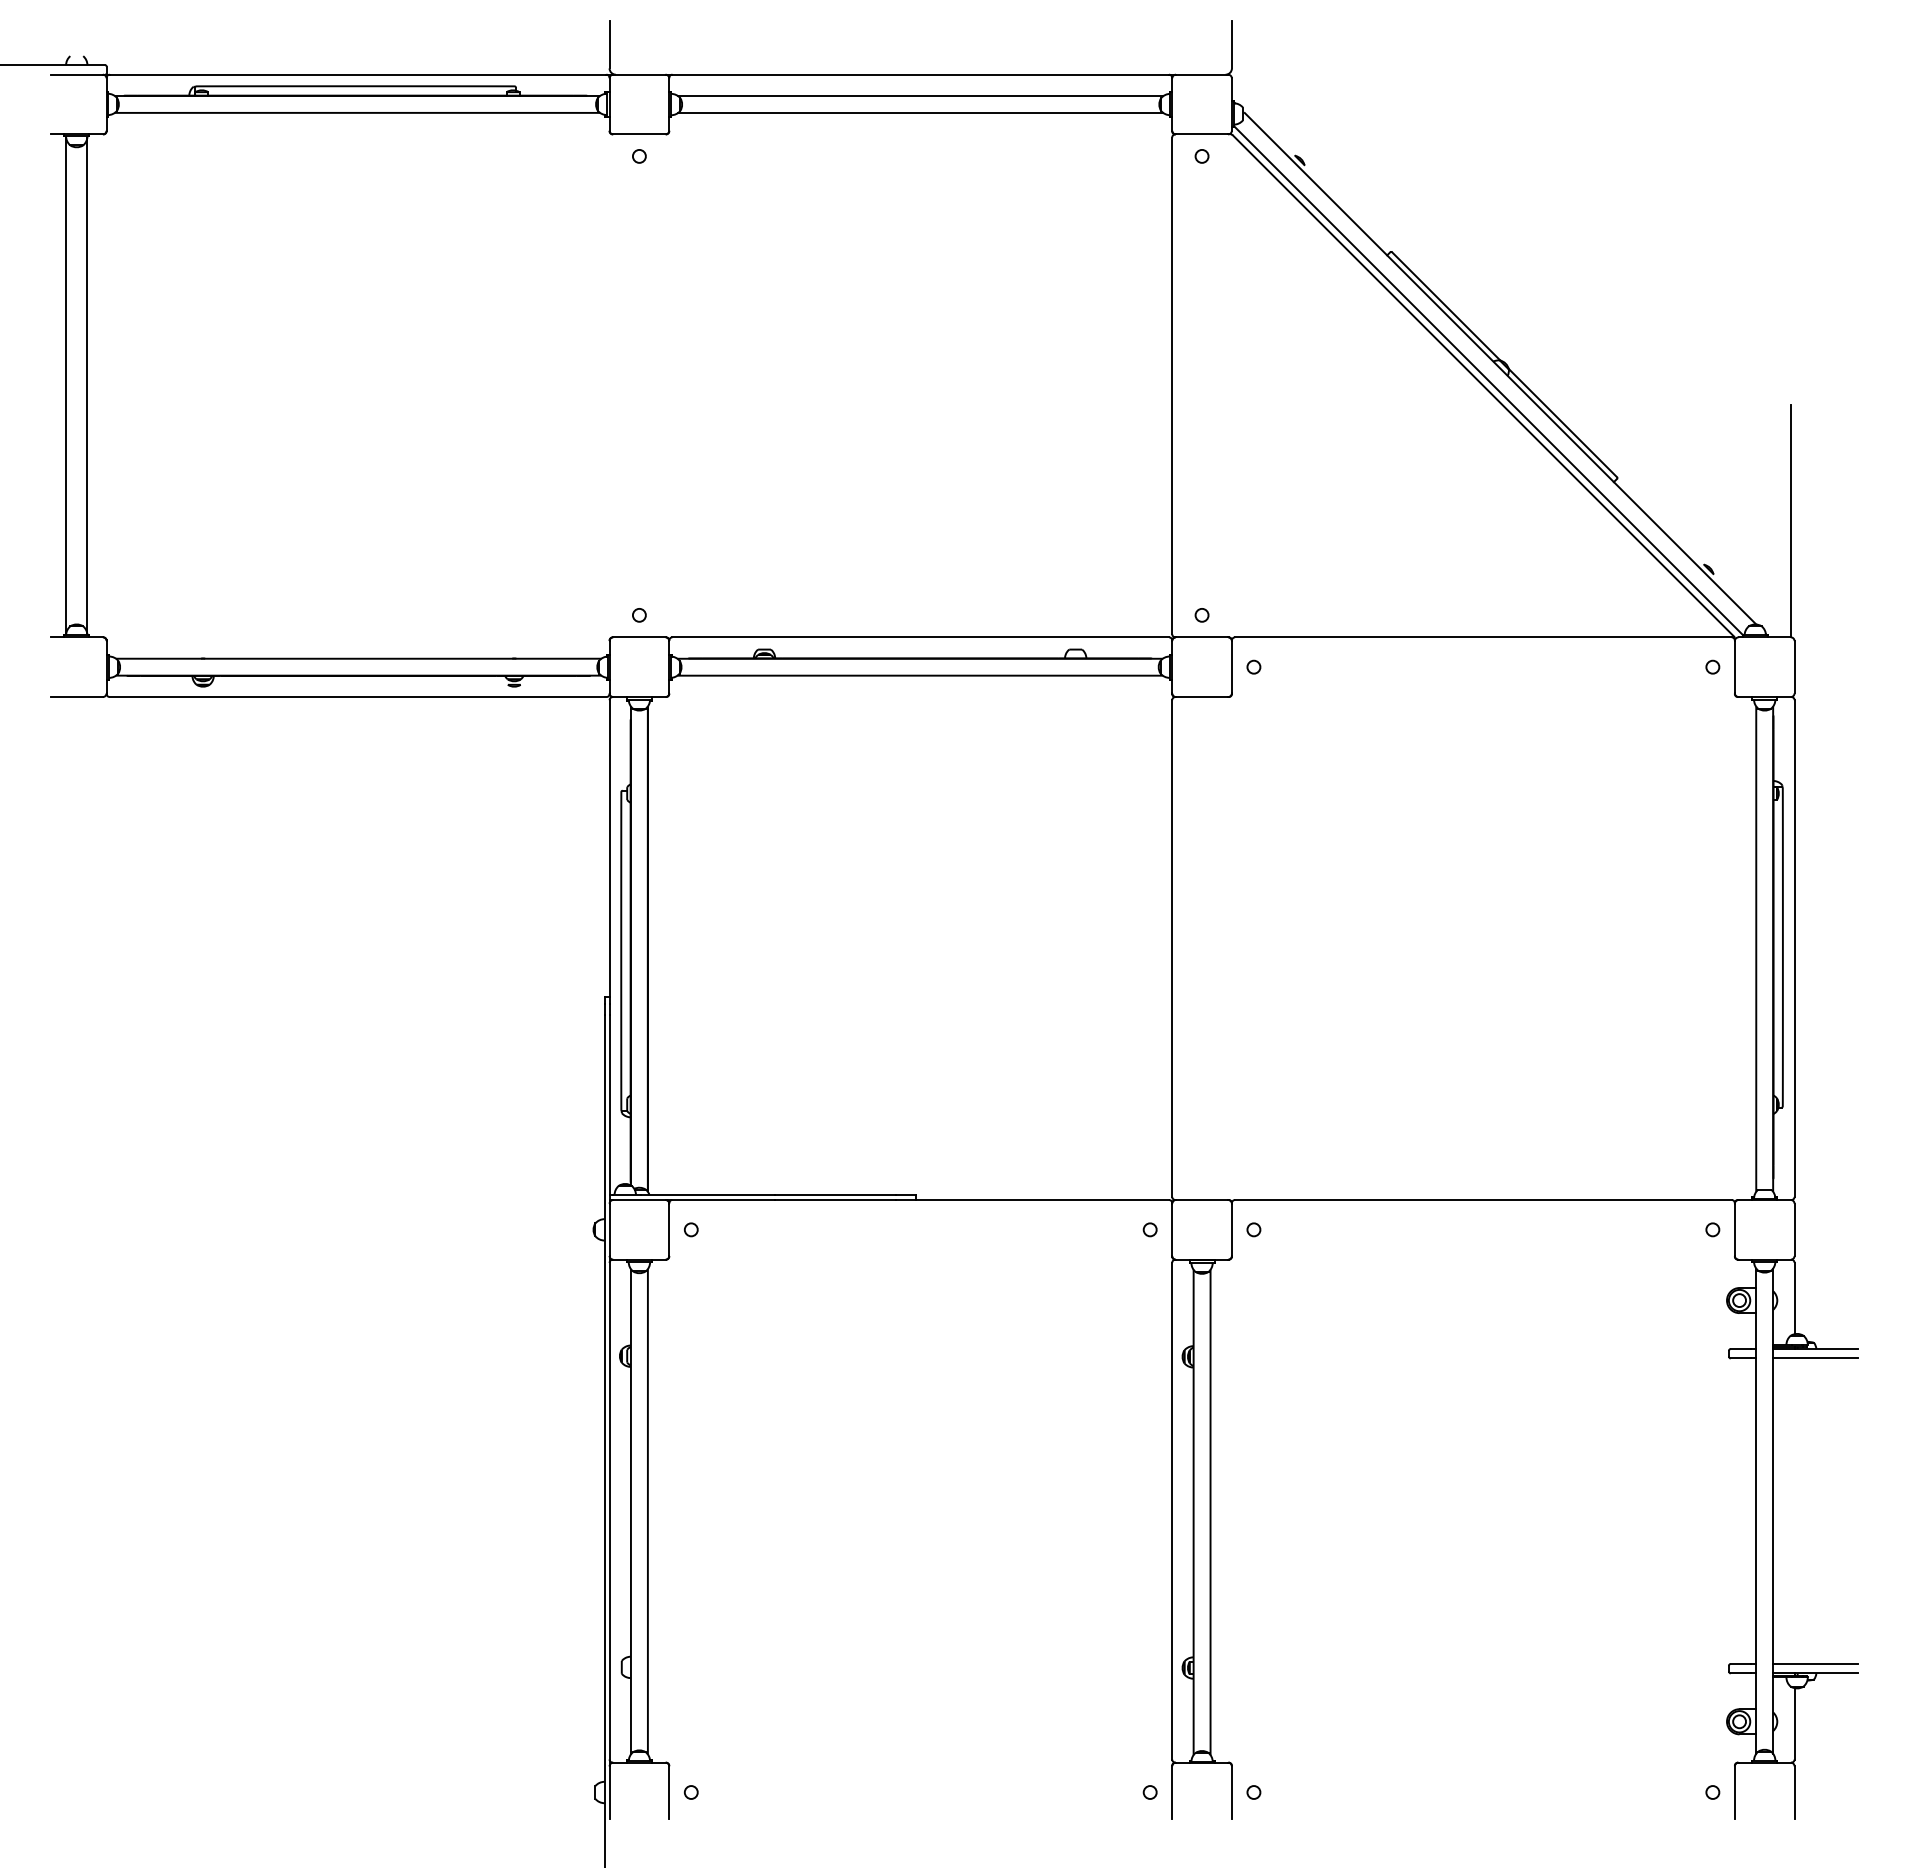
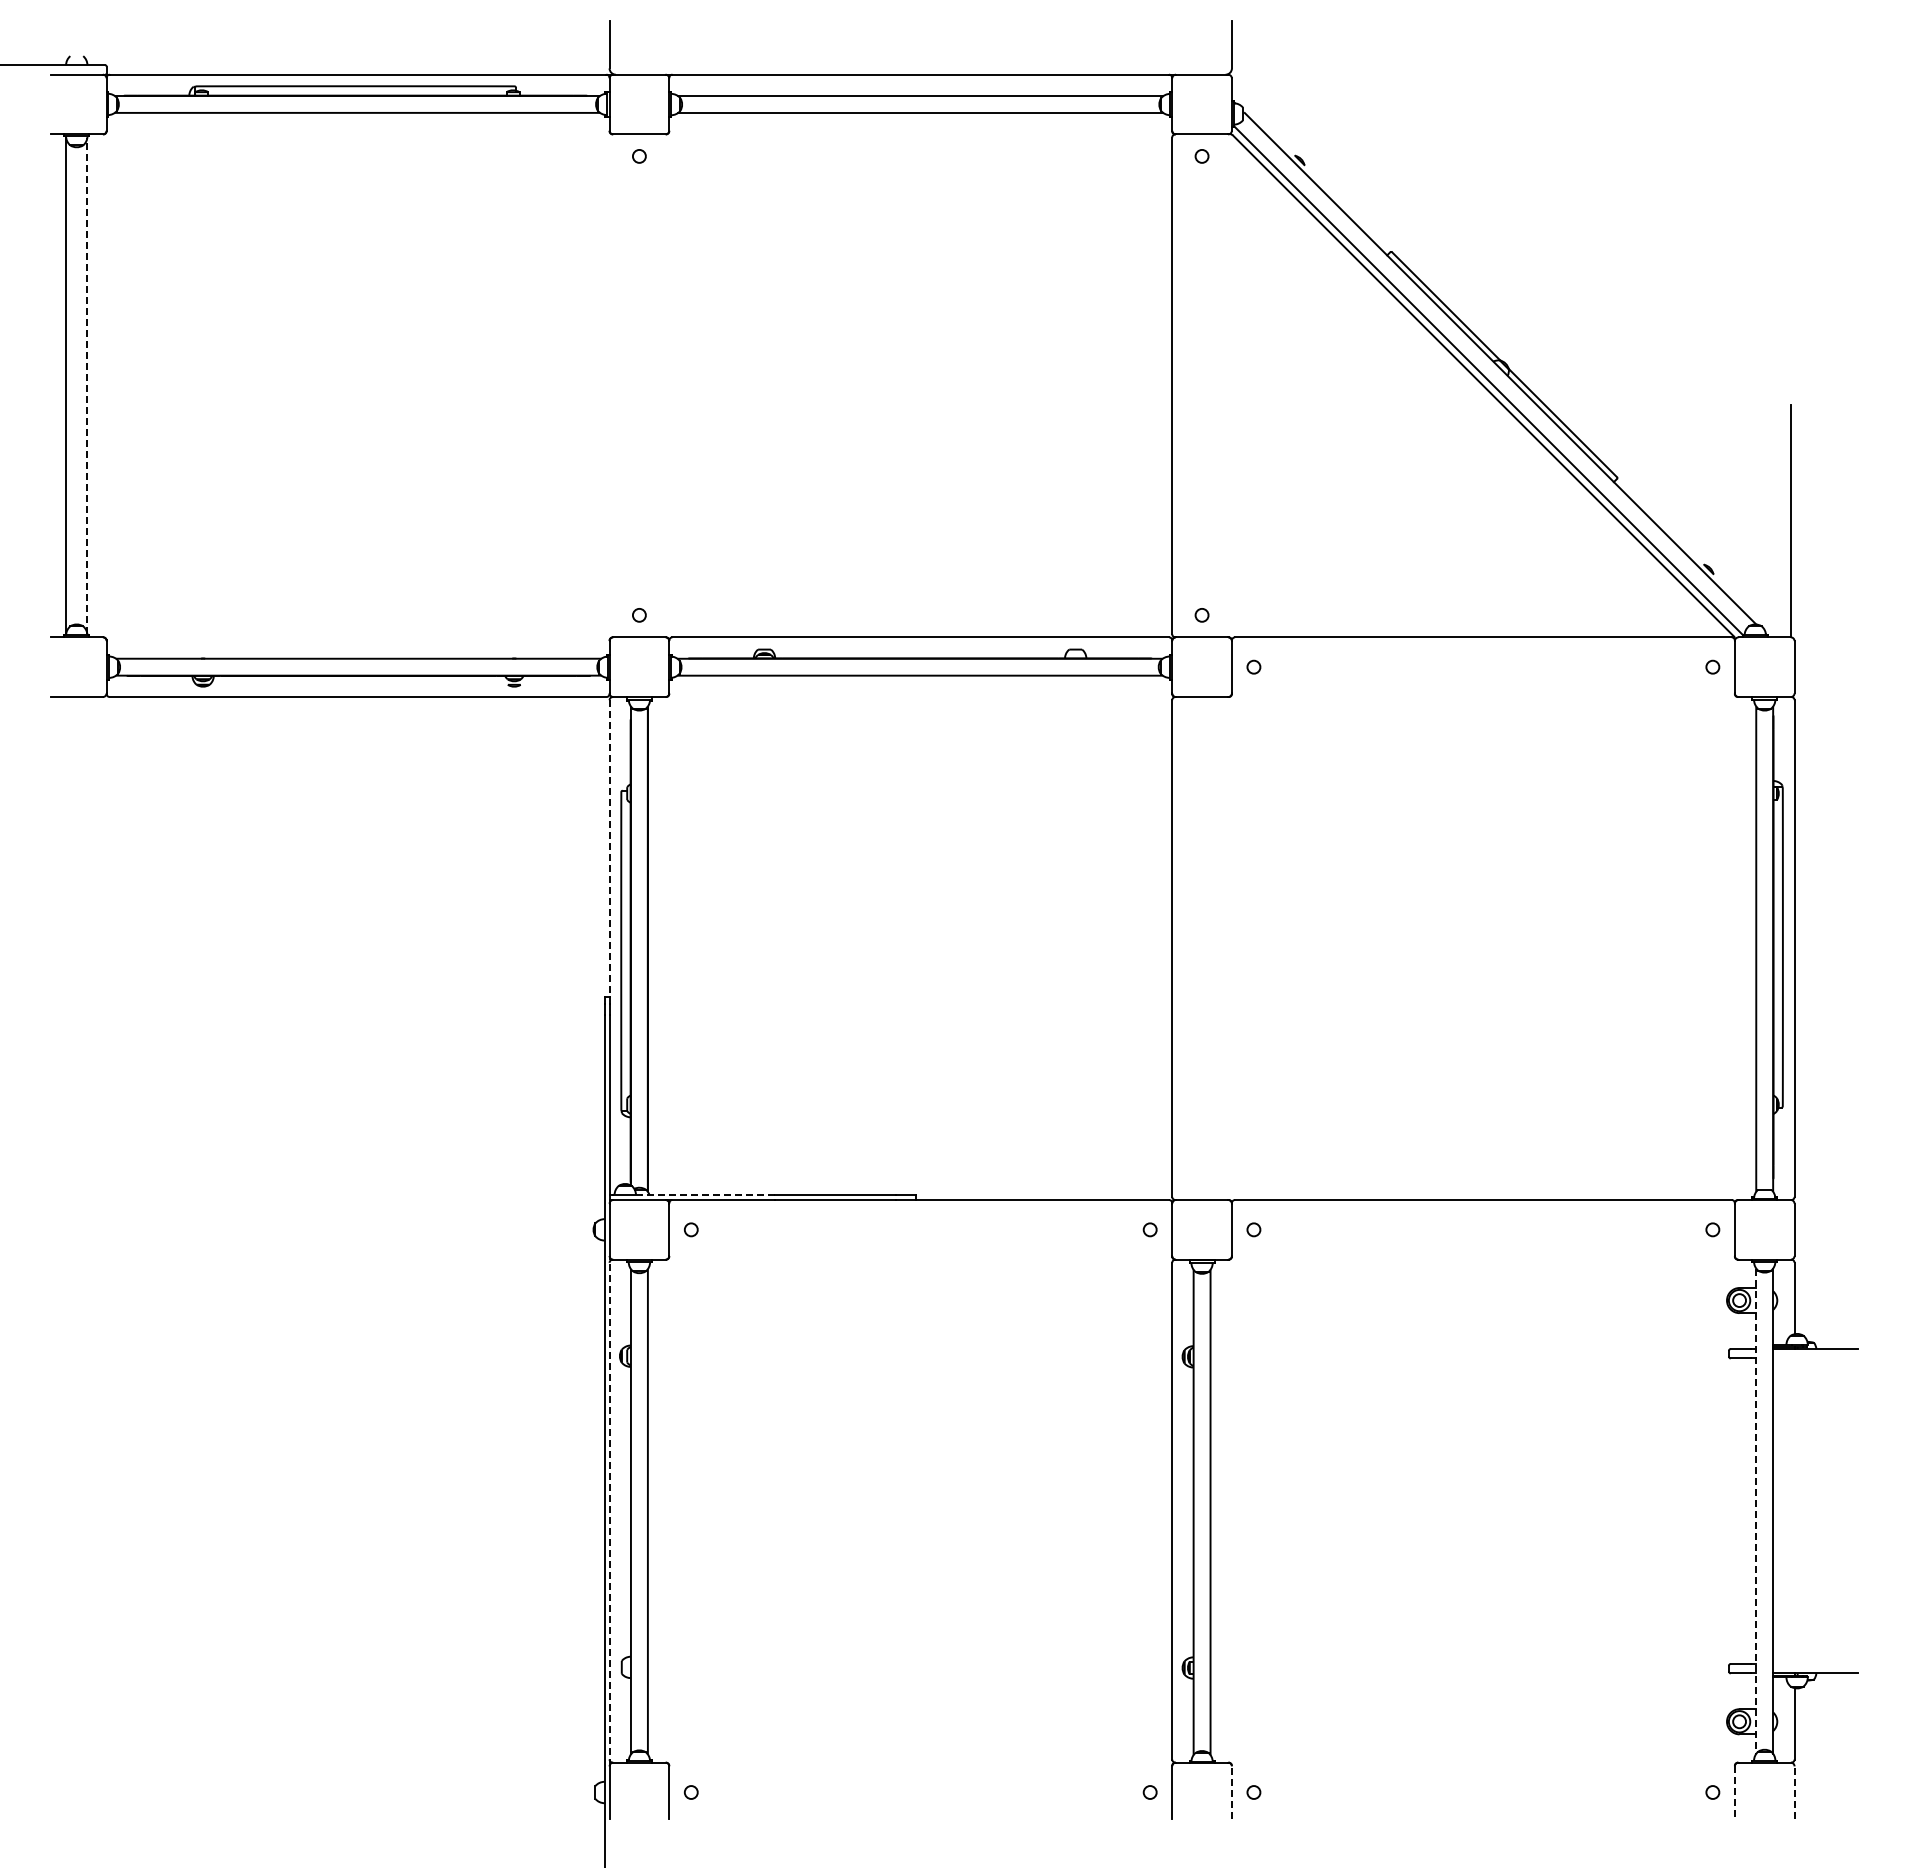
line at (87, 385): solid -> dashed
line at (609, 849): solid -> dashed
line at (707, 1194): solid -> dashed
line at (1815, 1358): present -> none
line at (609, 1510): solid -> dashed
line at (1756, 1511): solid -> dashed
line at (1815, 1663): present -> none
line at (1231, 1792): solid -> dashed
line at (1794, 1792): solid -> dashed
line at (1734, 1793): solid -> dashed
